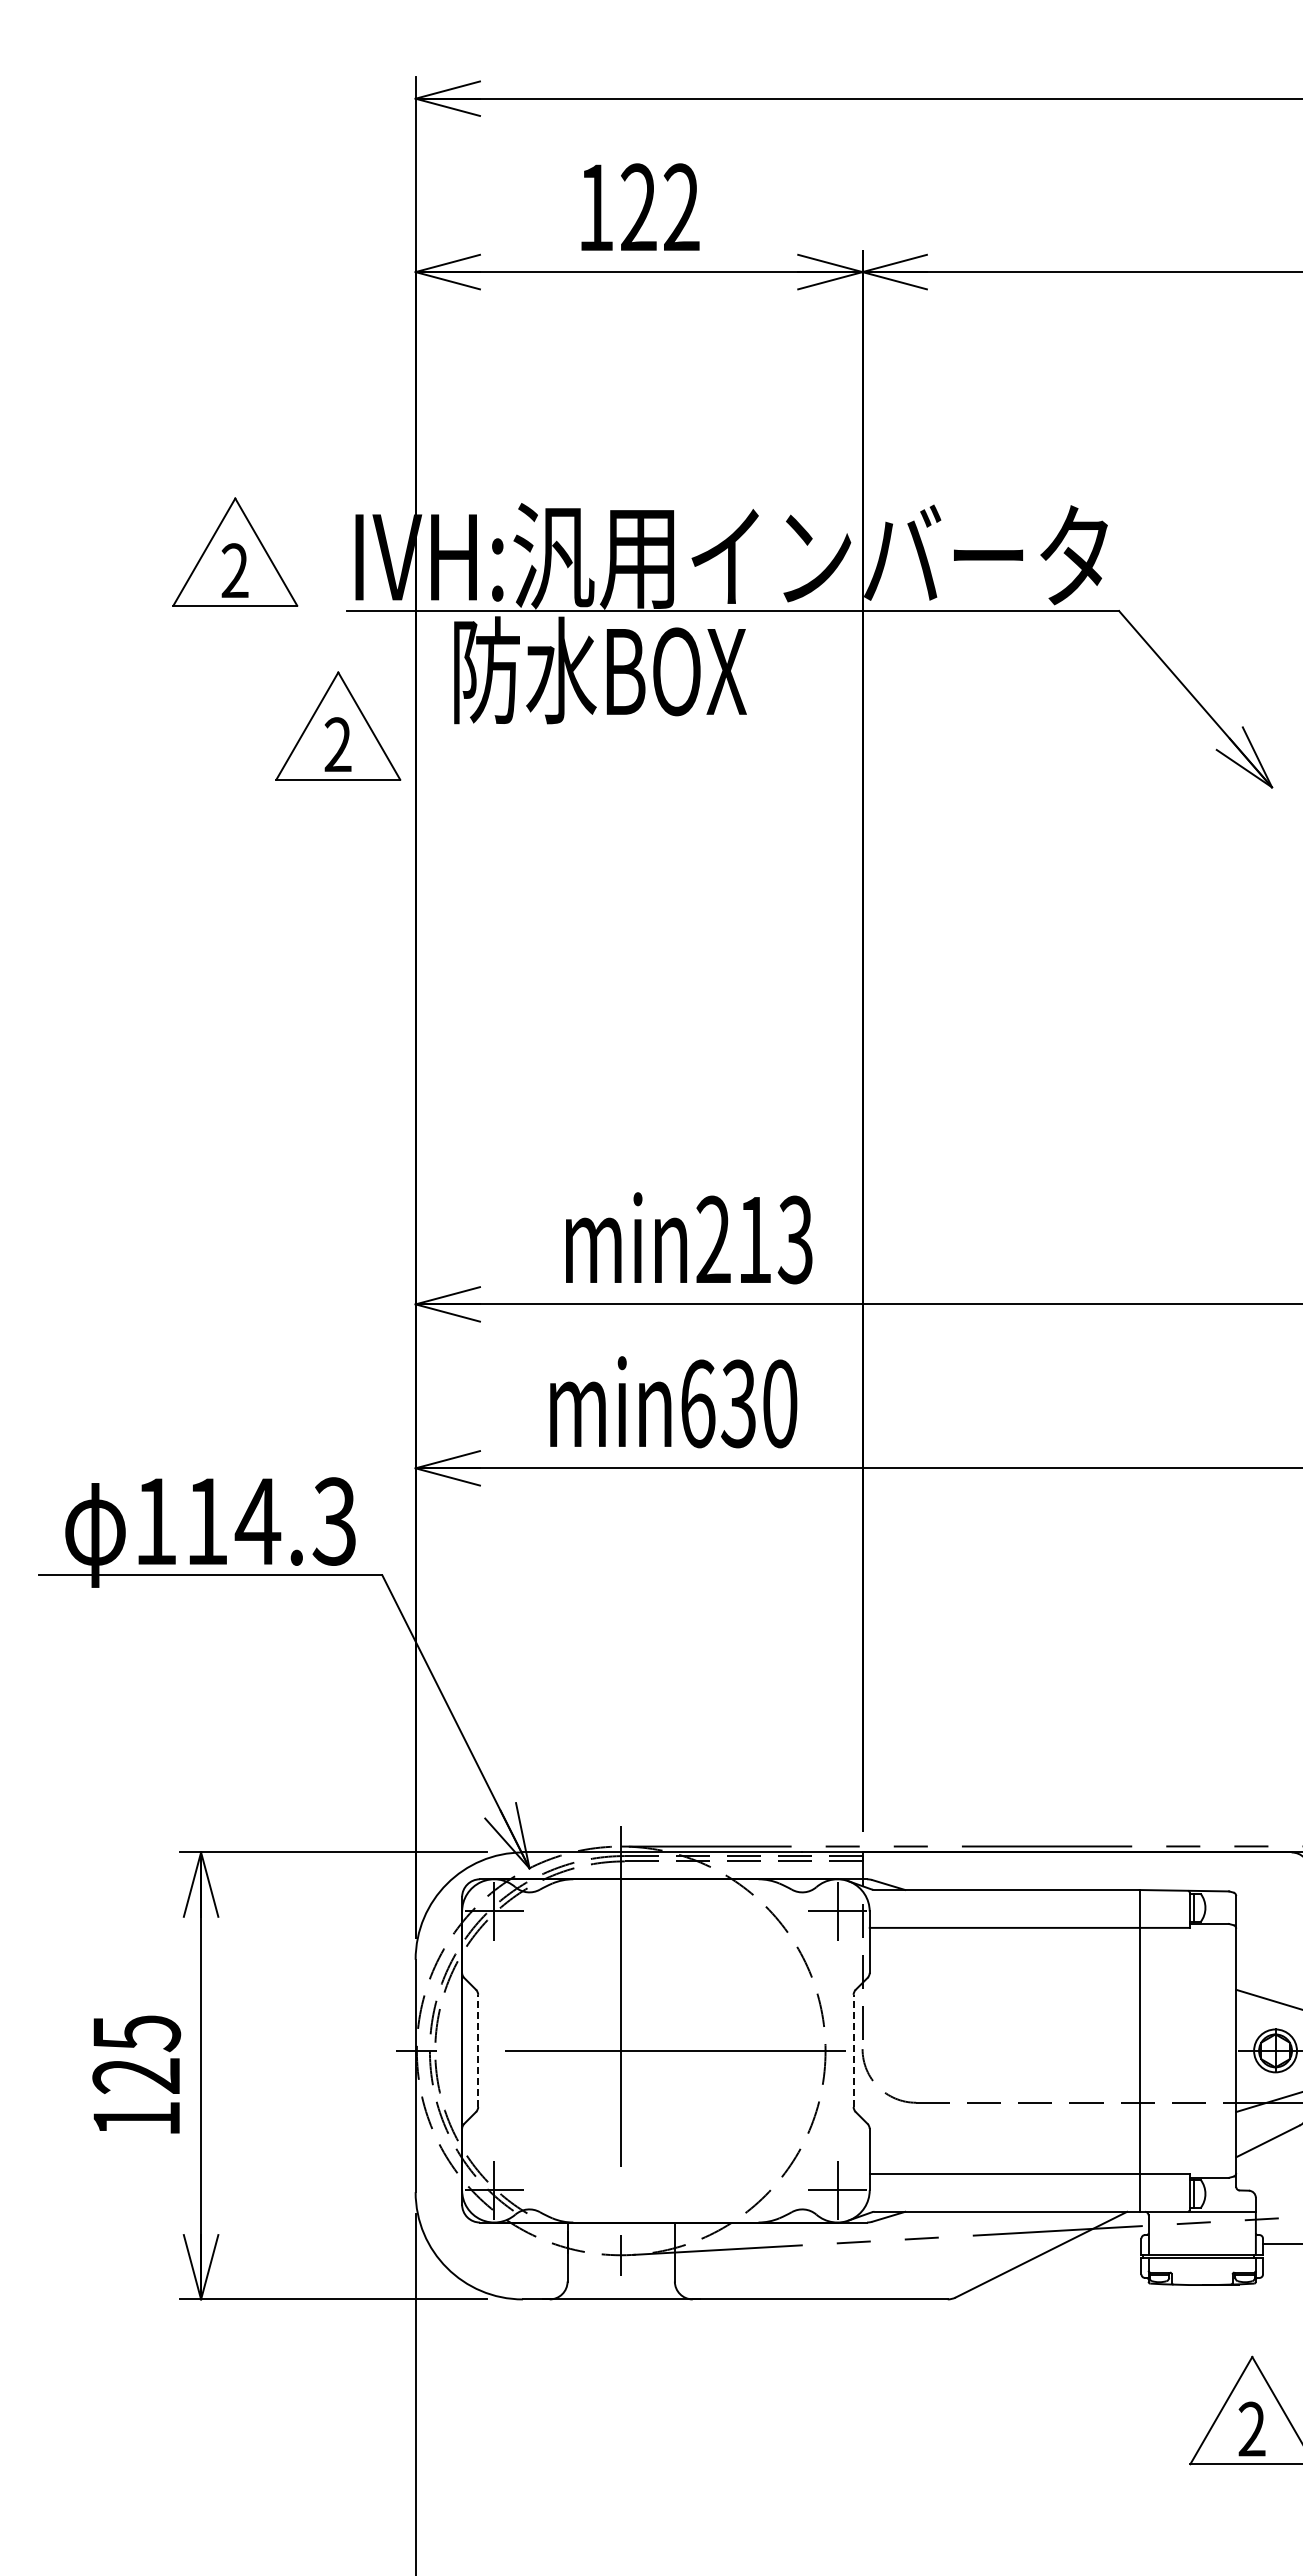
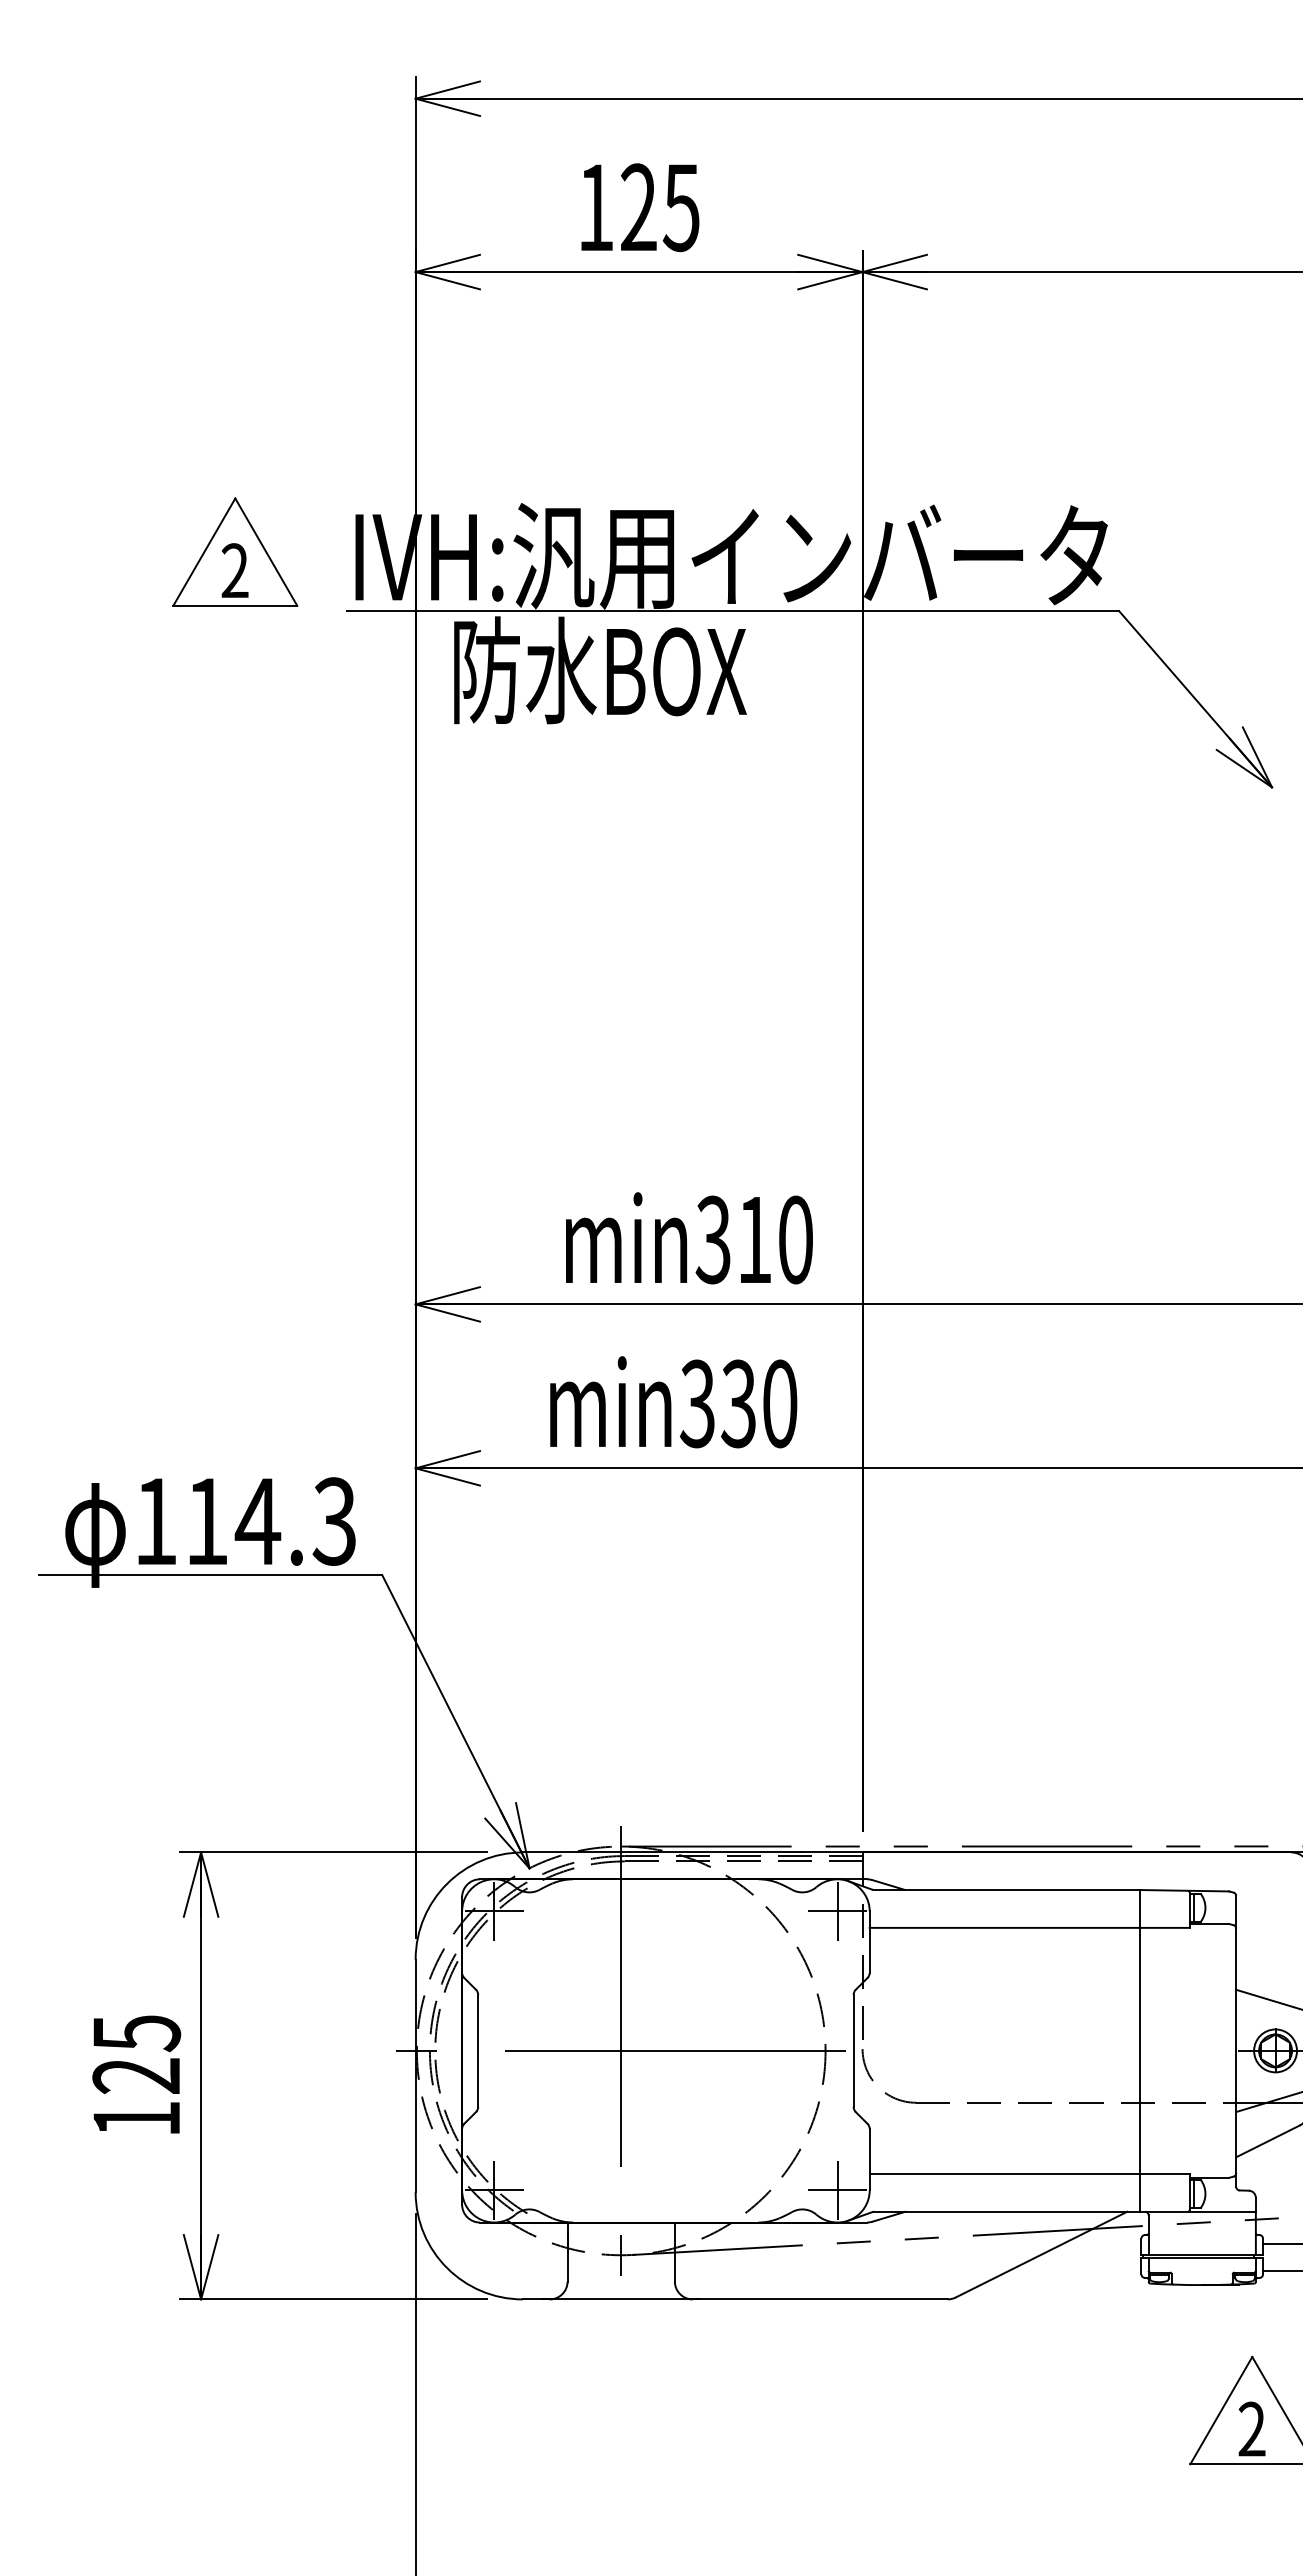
text at (680, 207): 122 -> 125
part at (338, 725): present -> none
text at (753, 1239): min213 -> min310
text at (697, 1403): min630 -> min330
line at (478, 2050): dashed -> solid
line at (853, 2050): dashed -> solid
line at (1281, 2271): none -> present
